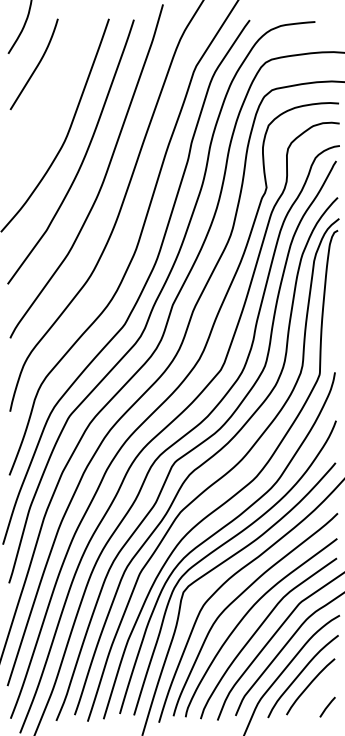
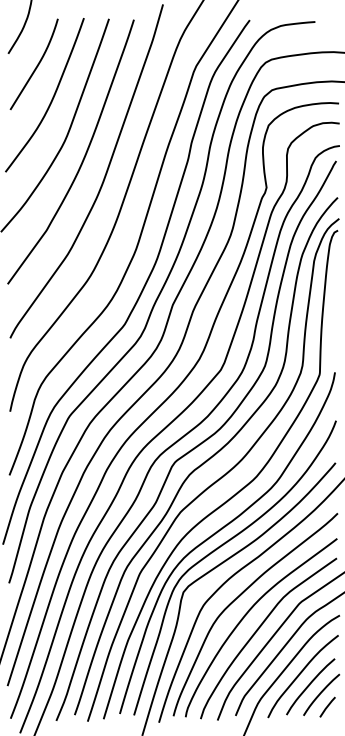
curve at (52, 96): none -> present
curve at (321, 693): none -> present
